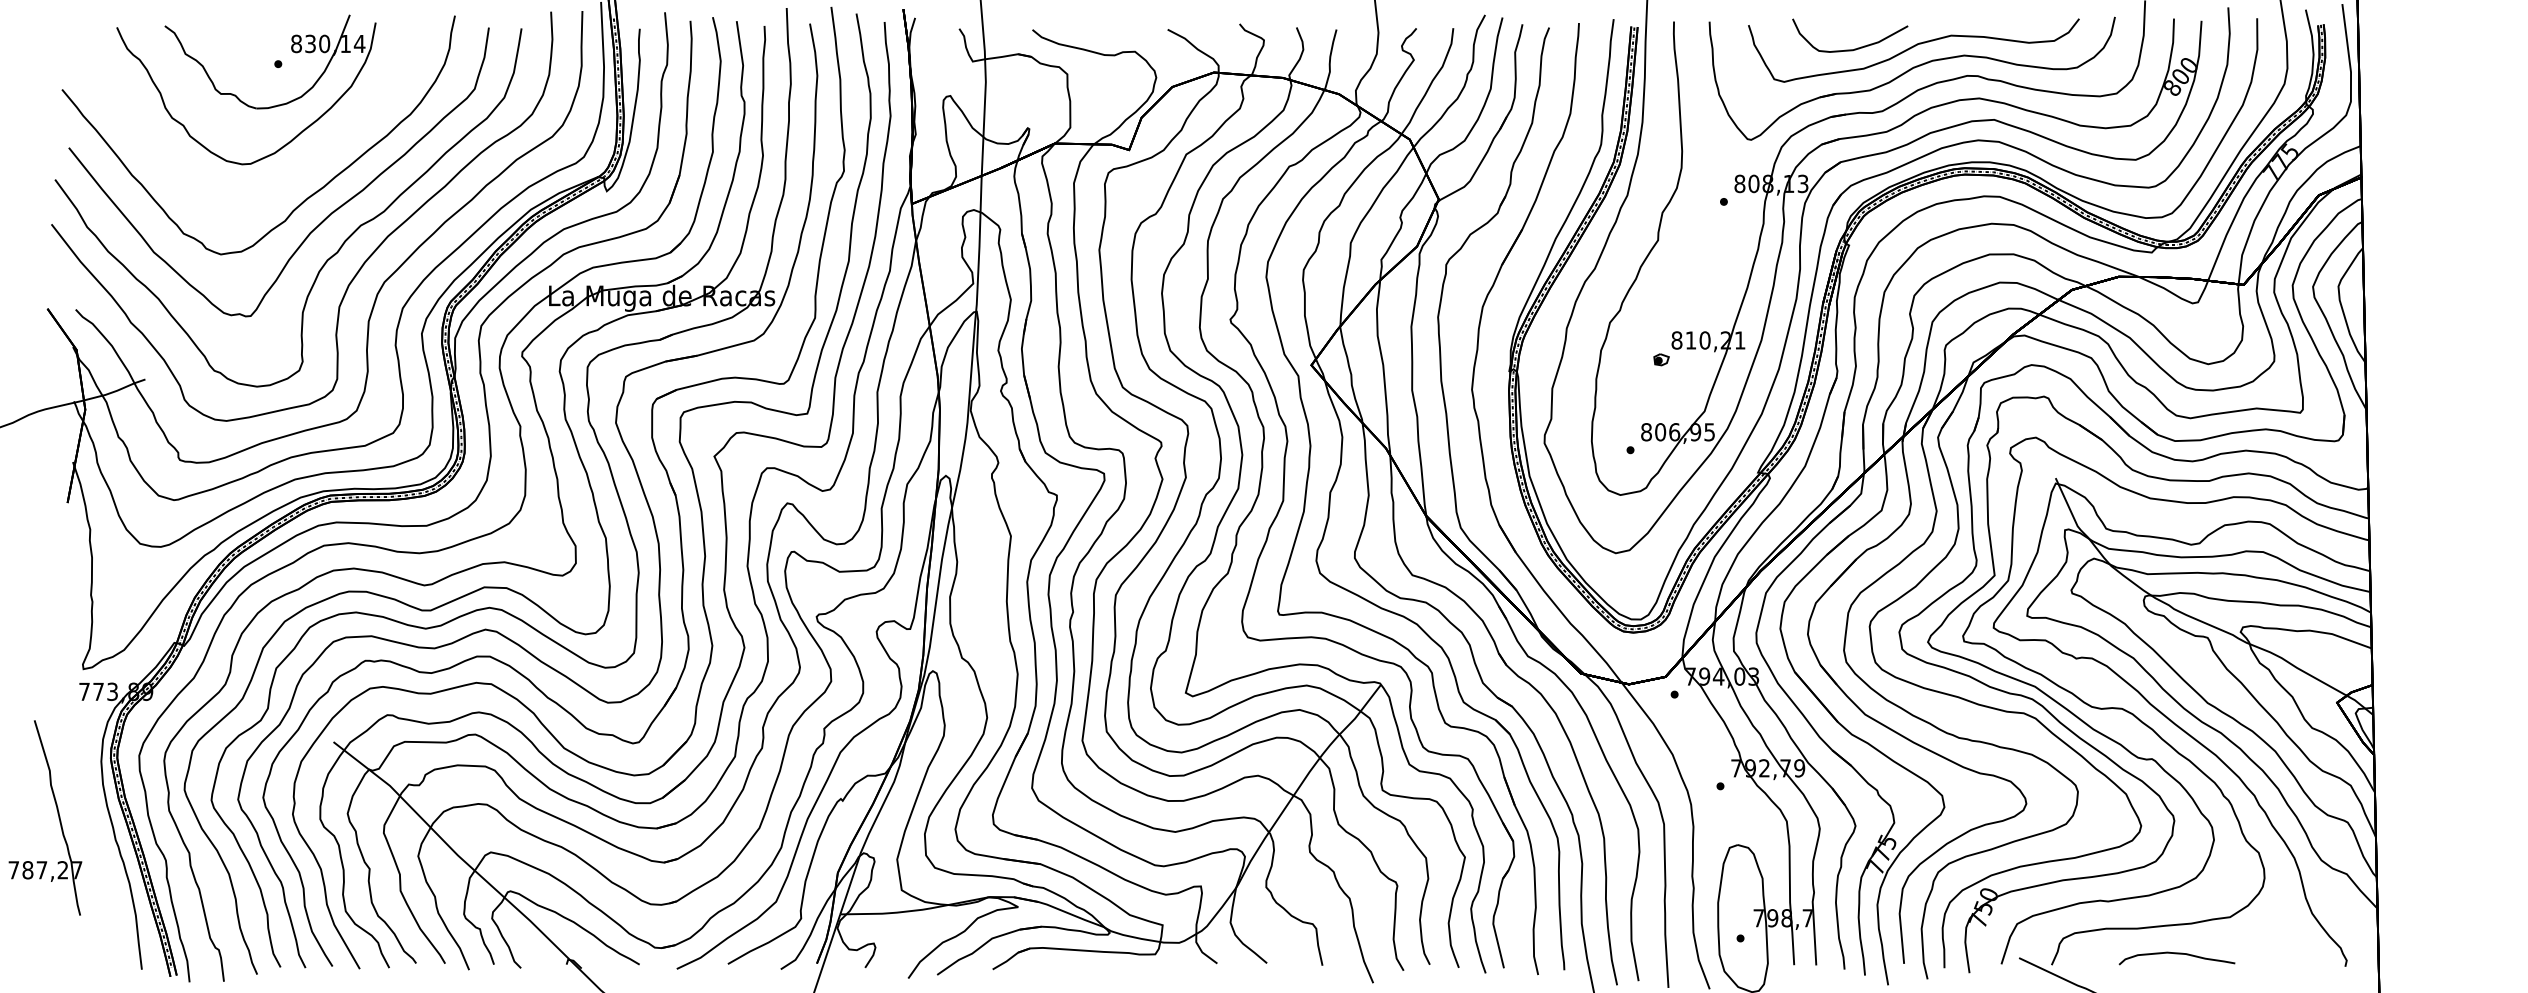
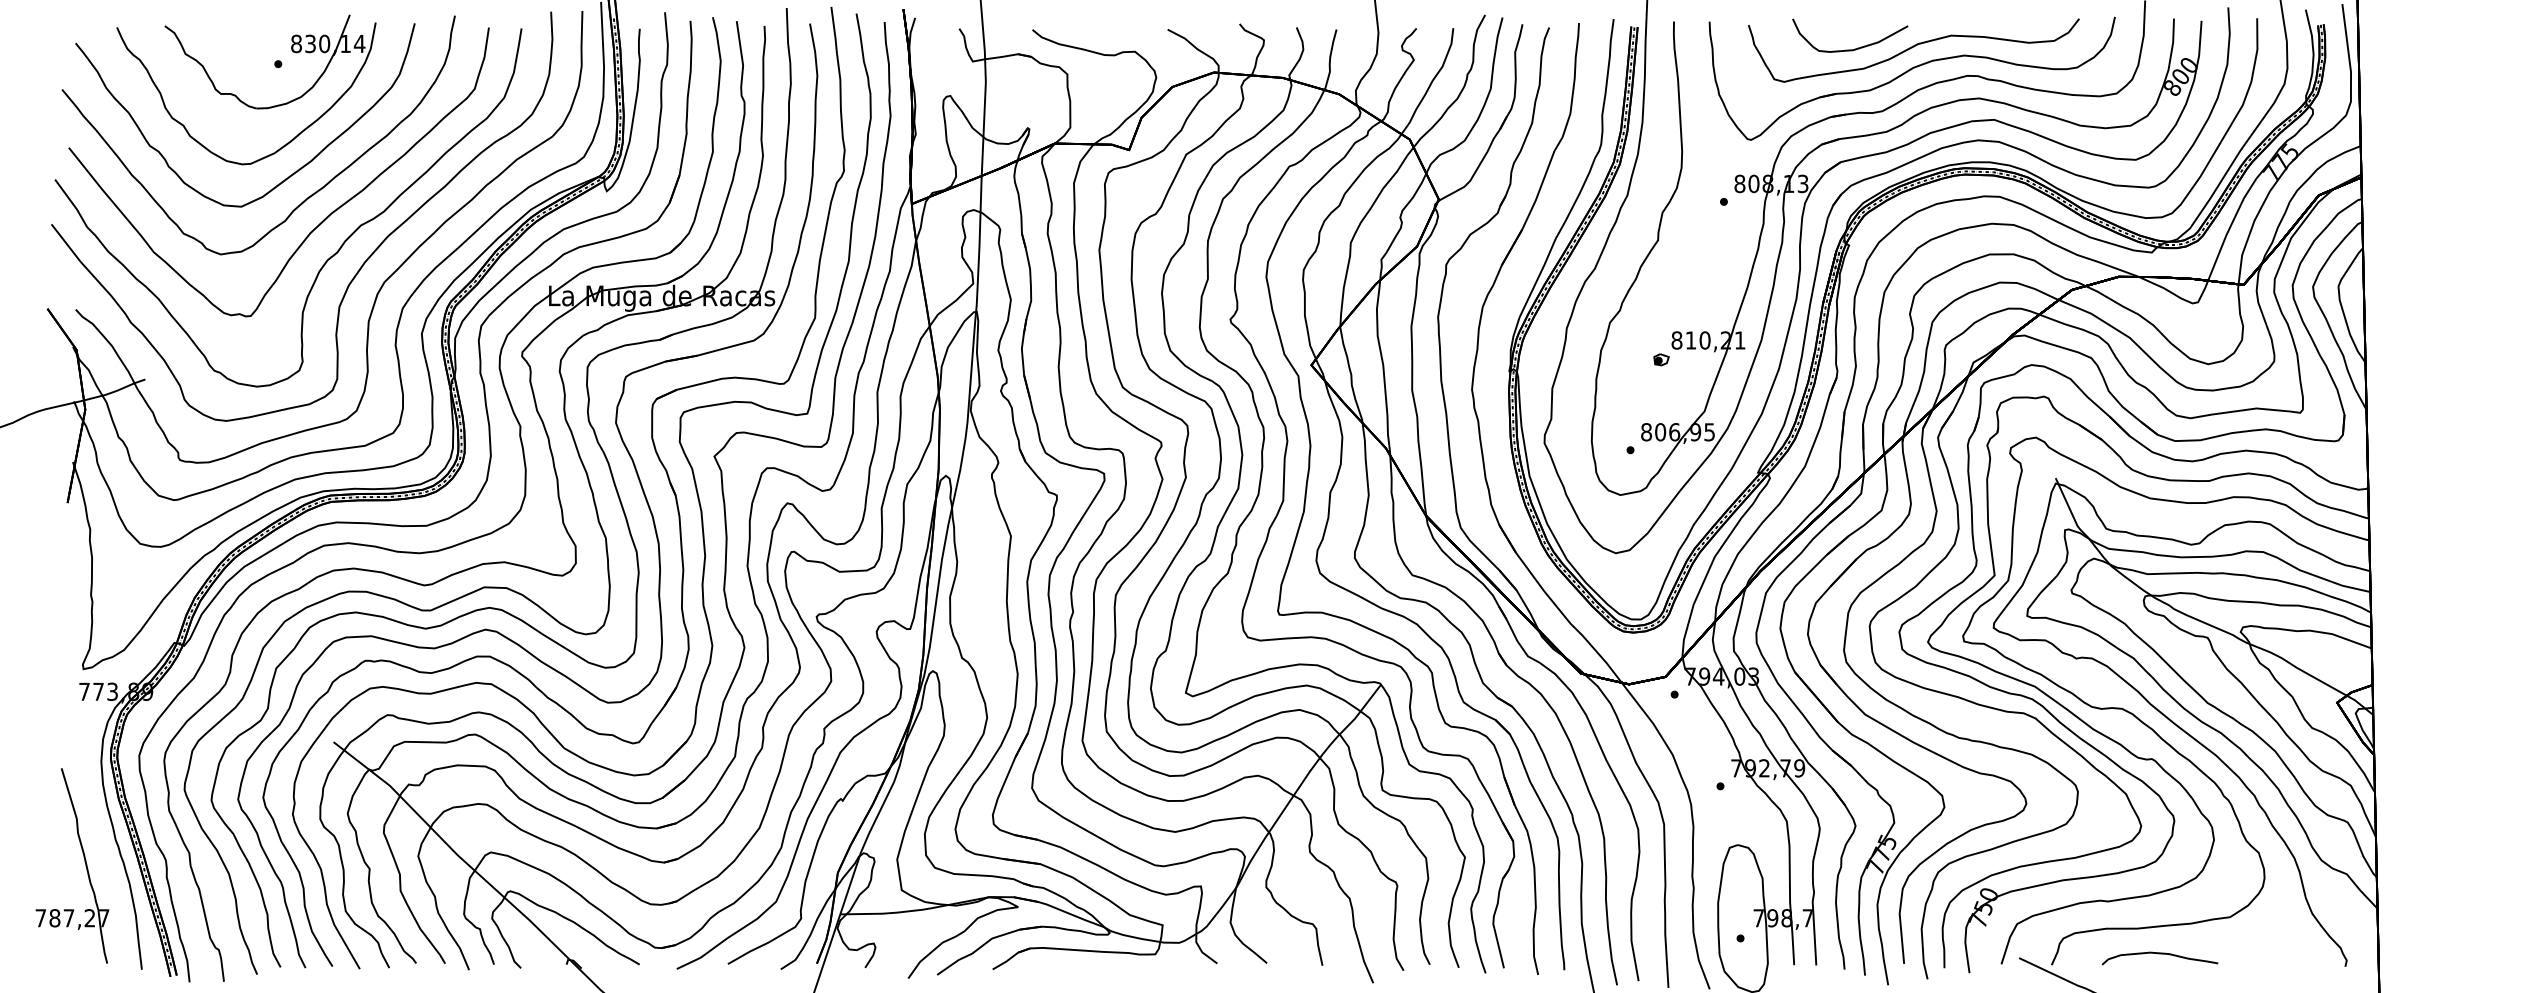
curve at (289, 175): none -> present
part at (57, 814) position: (57, 814) -> (84, 862)
curve at (2176, 954) position: (2176, 954) -> (2159, 954)
